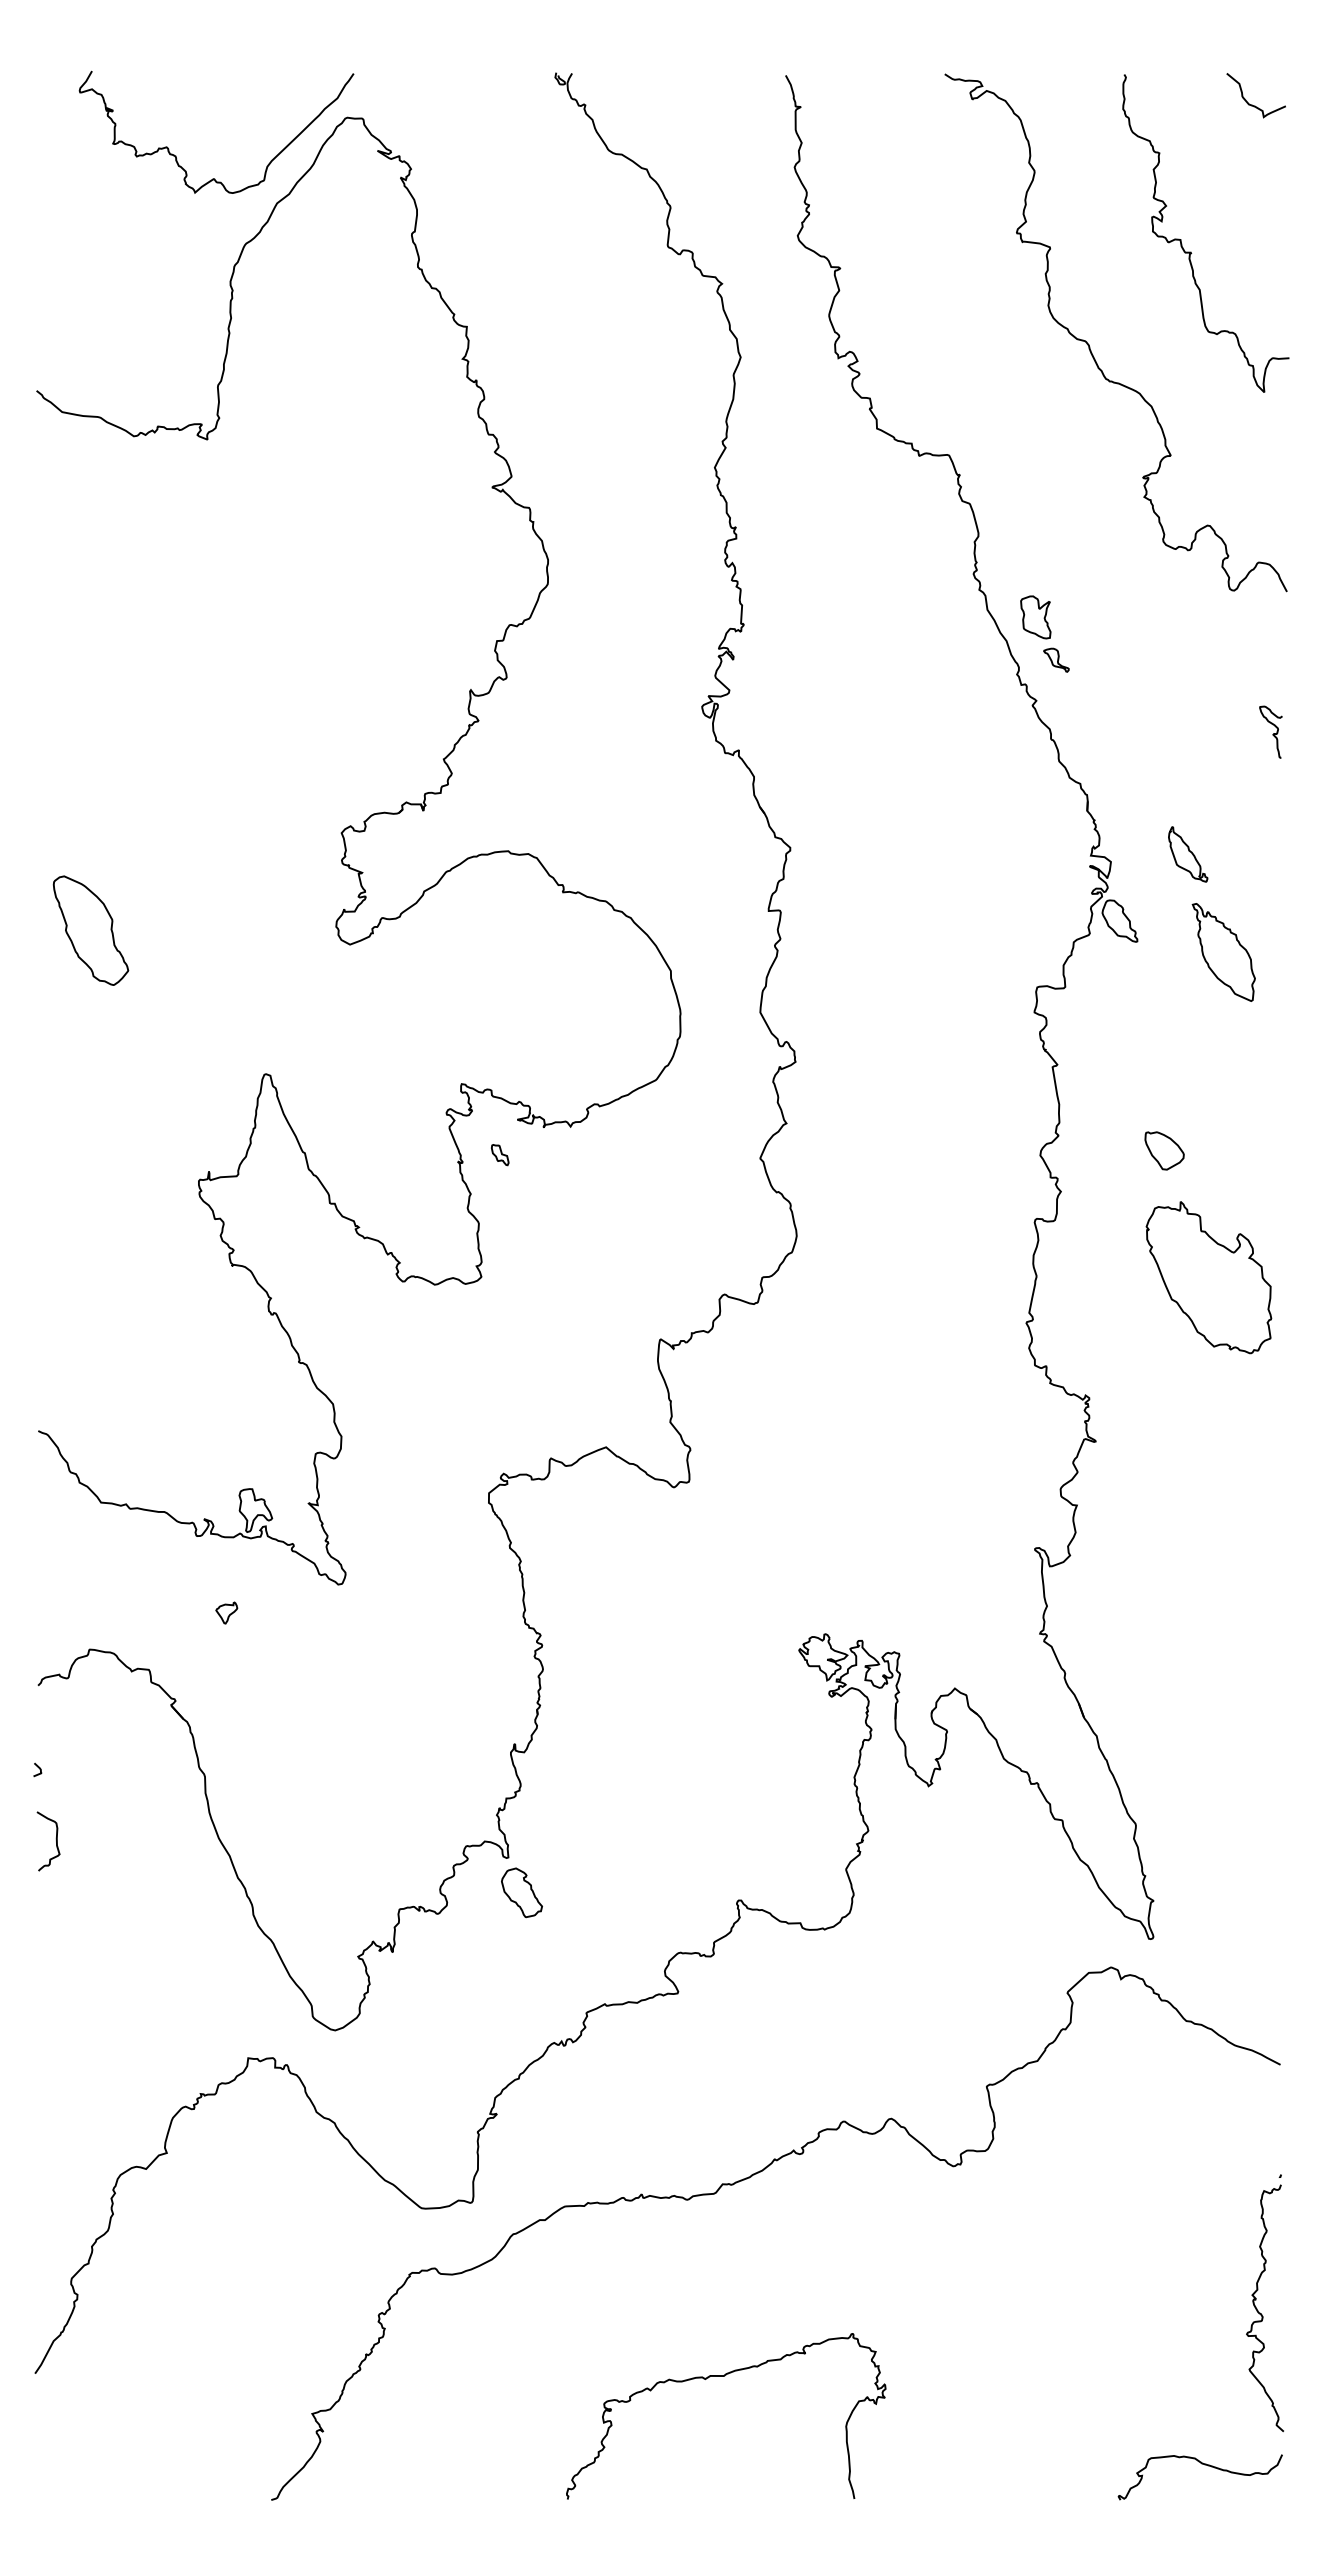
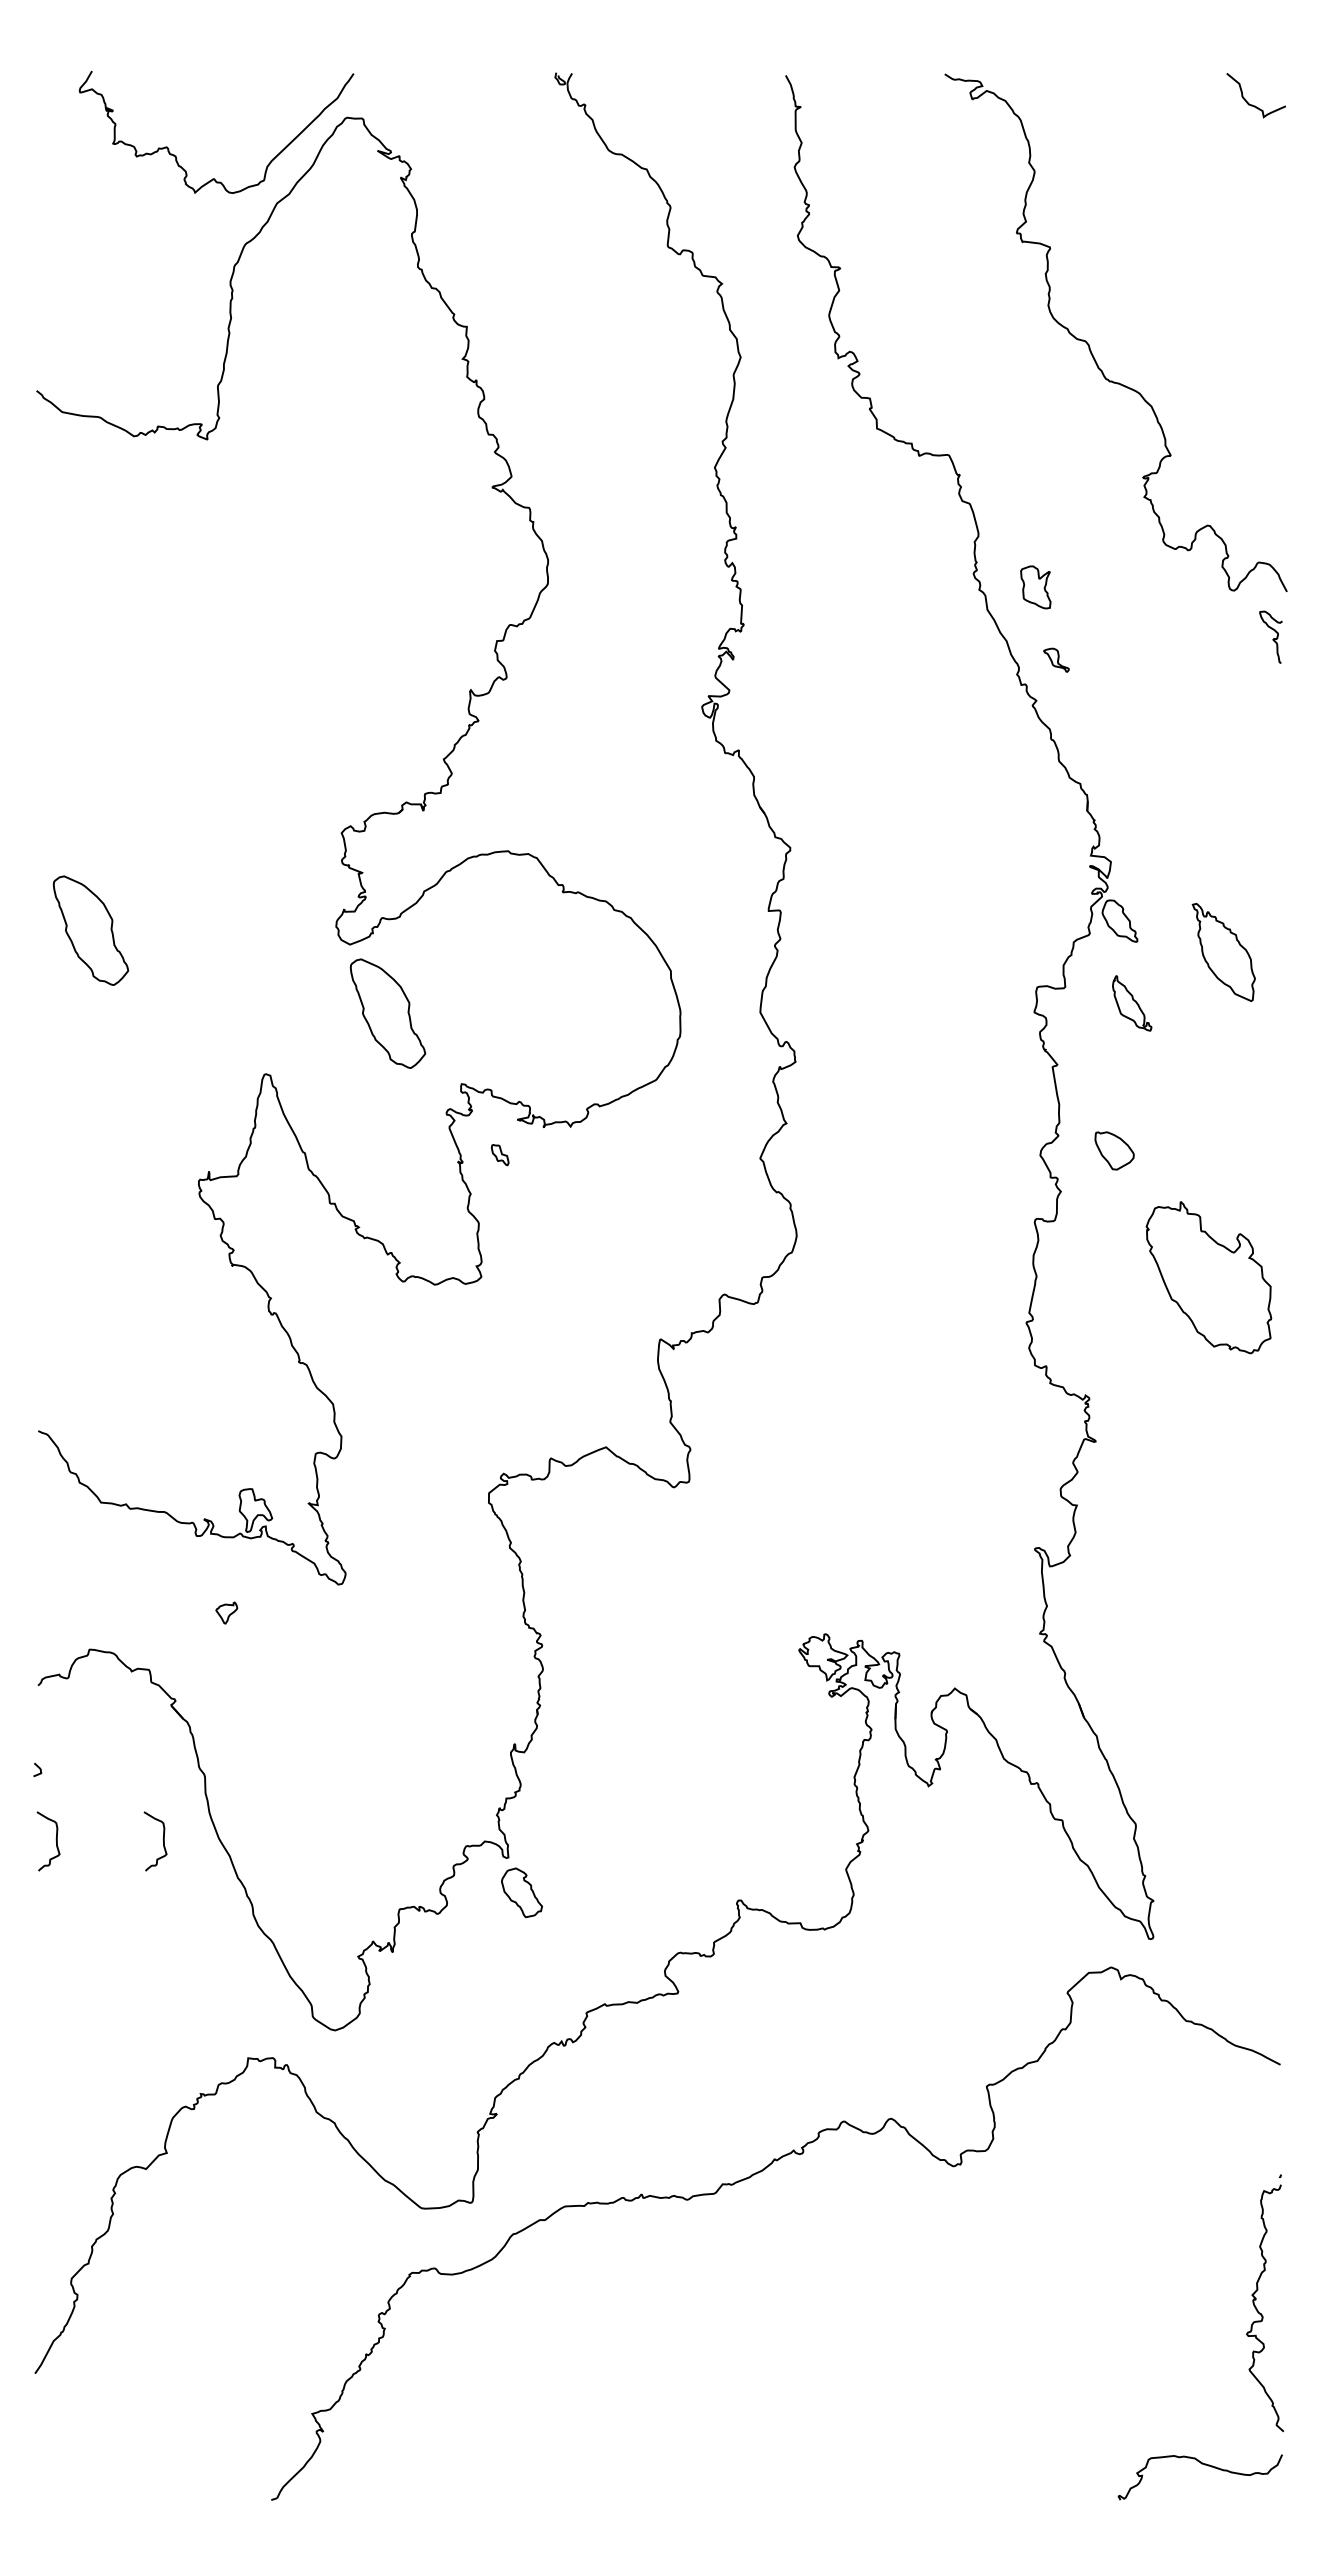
curve at (1191, 251): present -> none
part at (1035, 617) position: (1035, 617) -> (1035, 587)
curve at (1273, 733) position: (1273, 733) -> (1273, 638)
part at (1188, 854) position: (1188, 854) -> (1132, 1003)
part at (387, 1013): none -> present
part at (1164, 1150) position: (1164, 1150) -> (1114, 1150)
curve at (162, 1839): none -> present
curve at (724, 2376): present -> none
